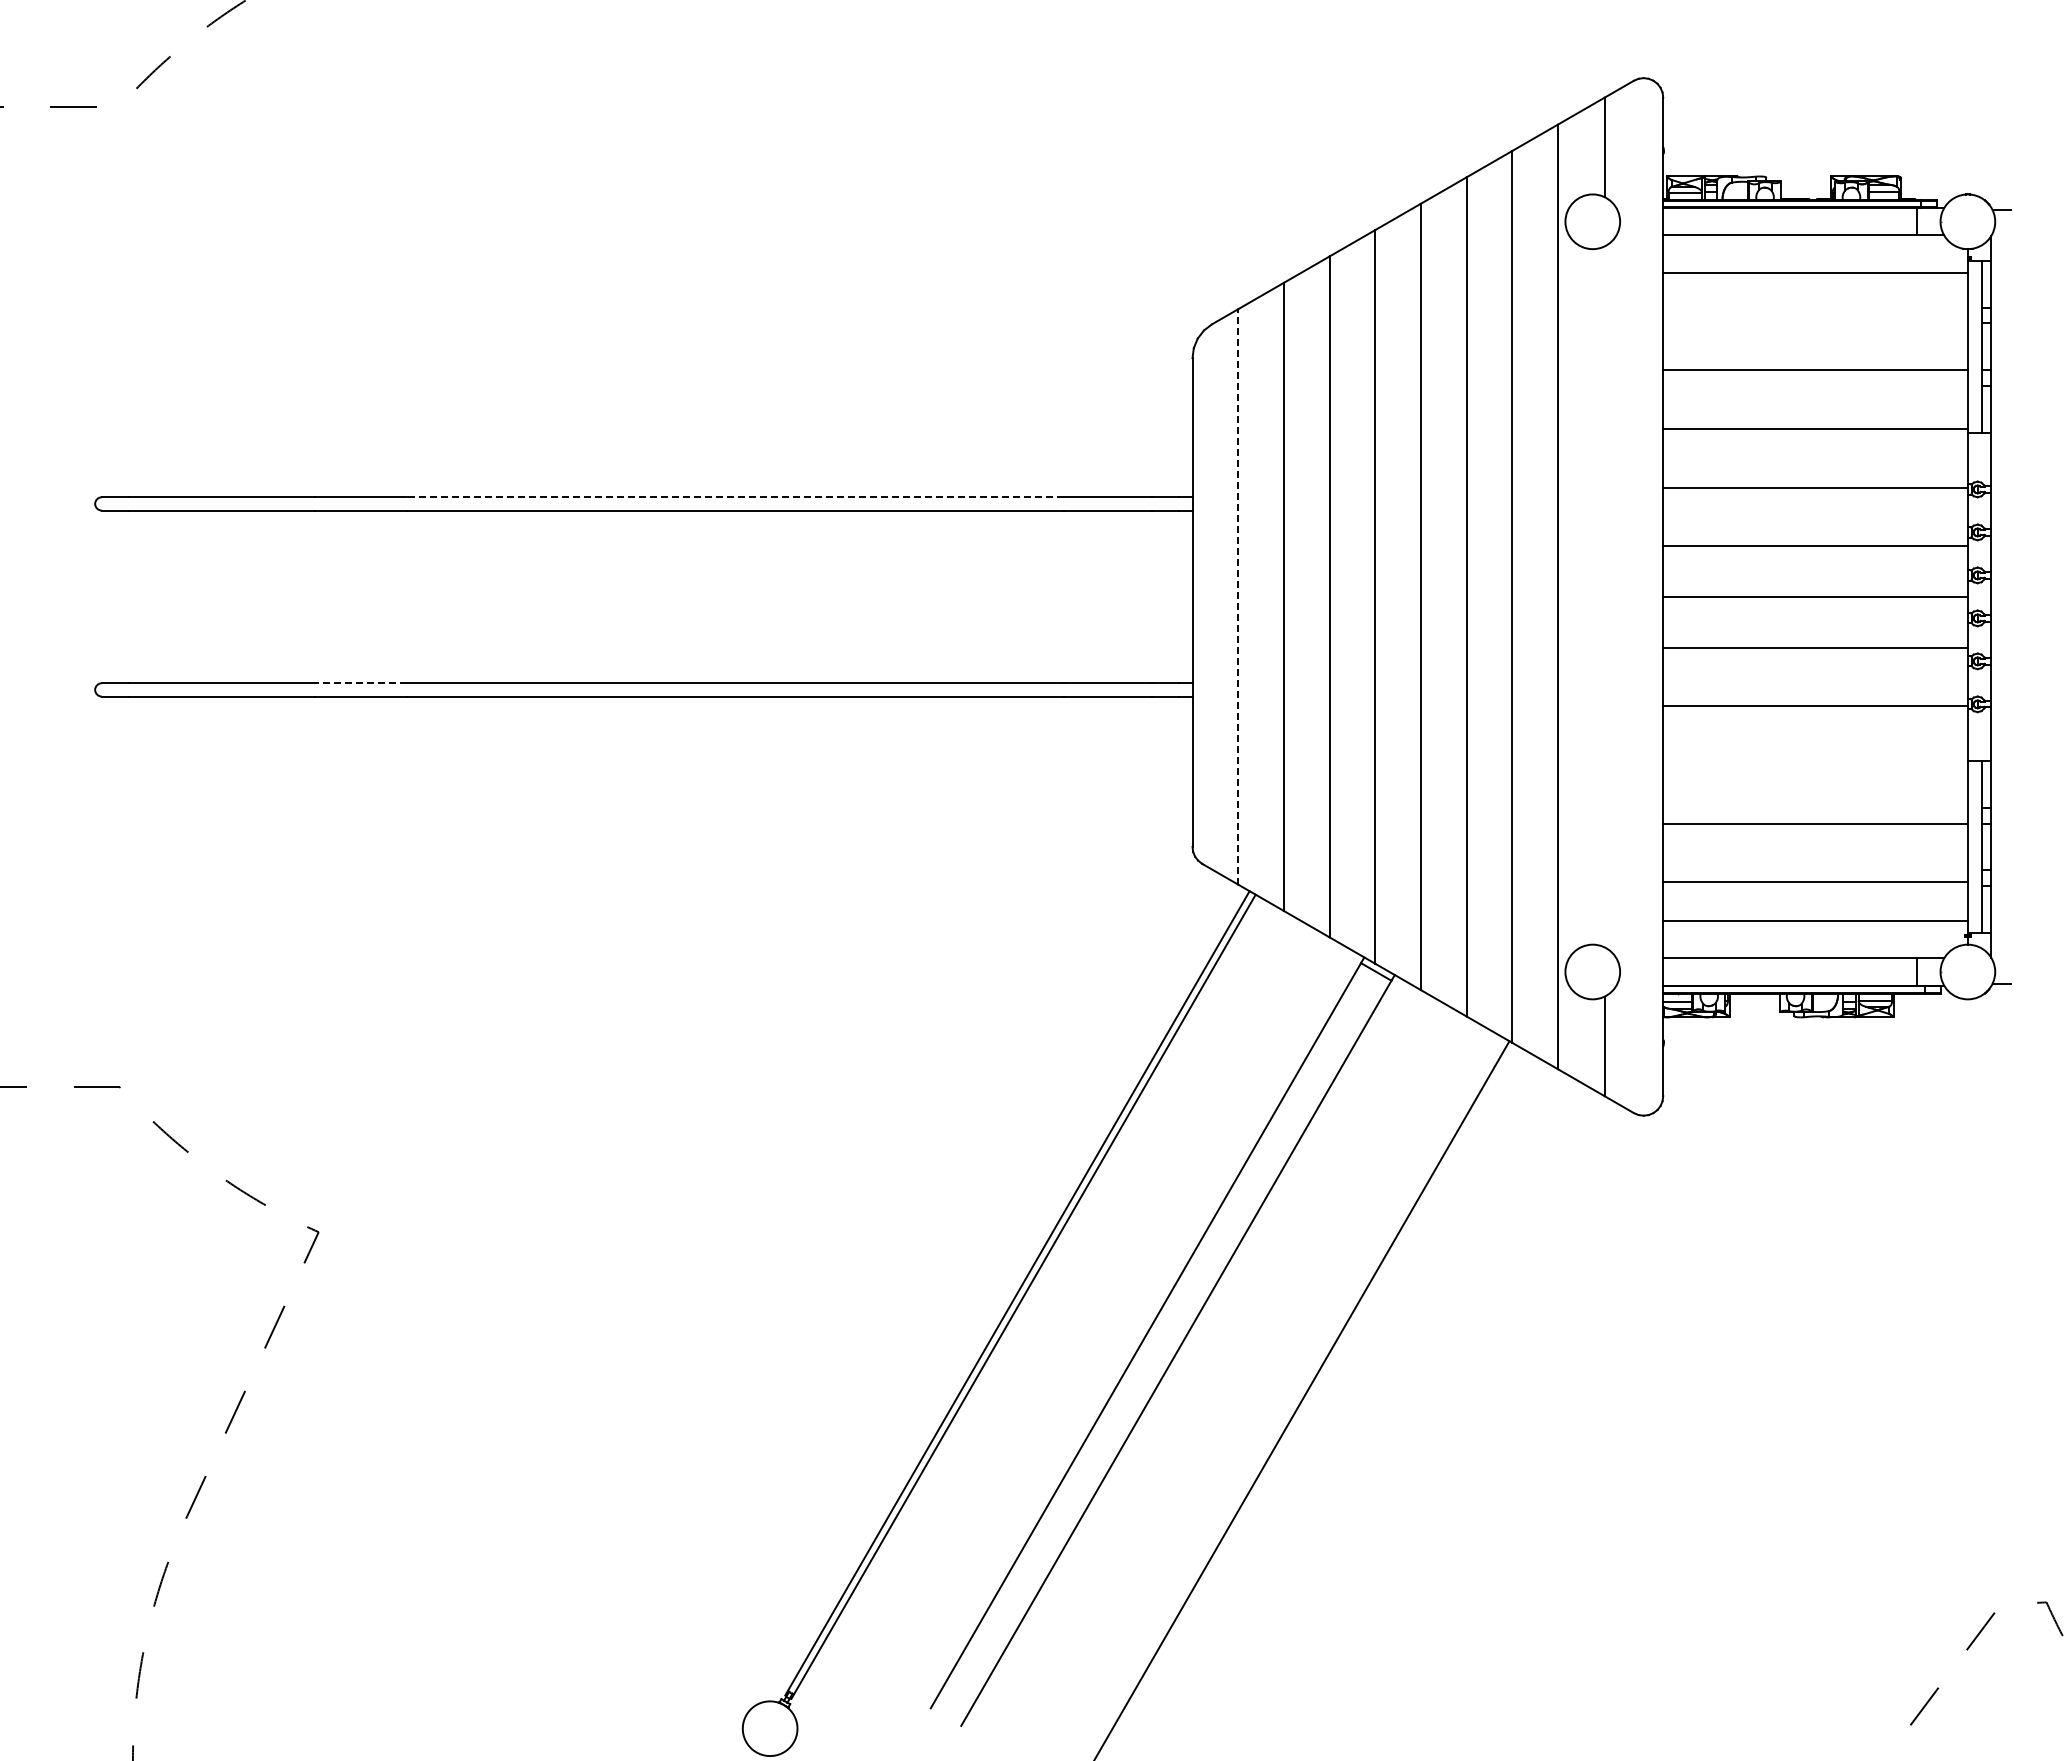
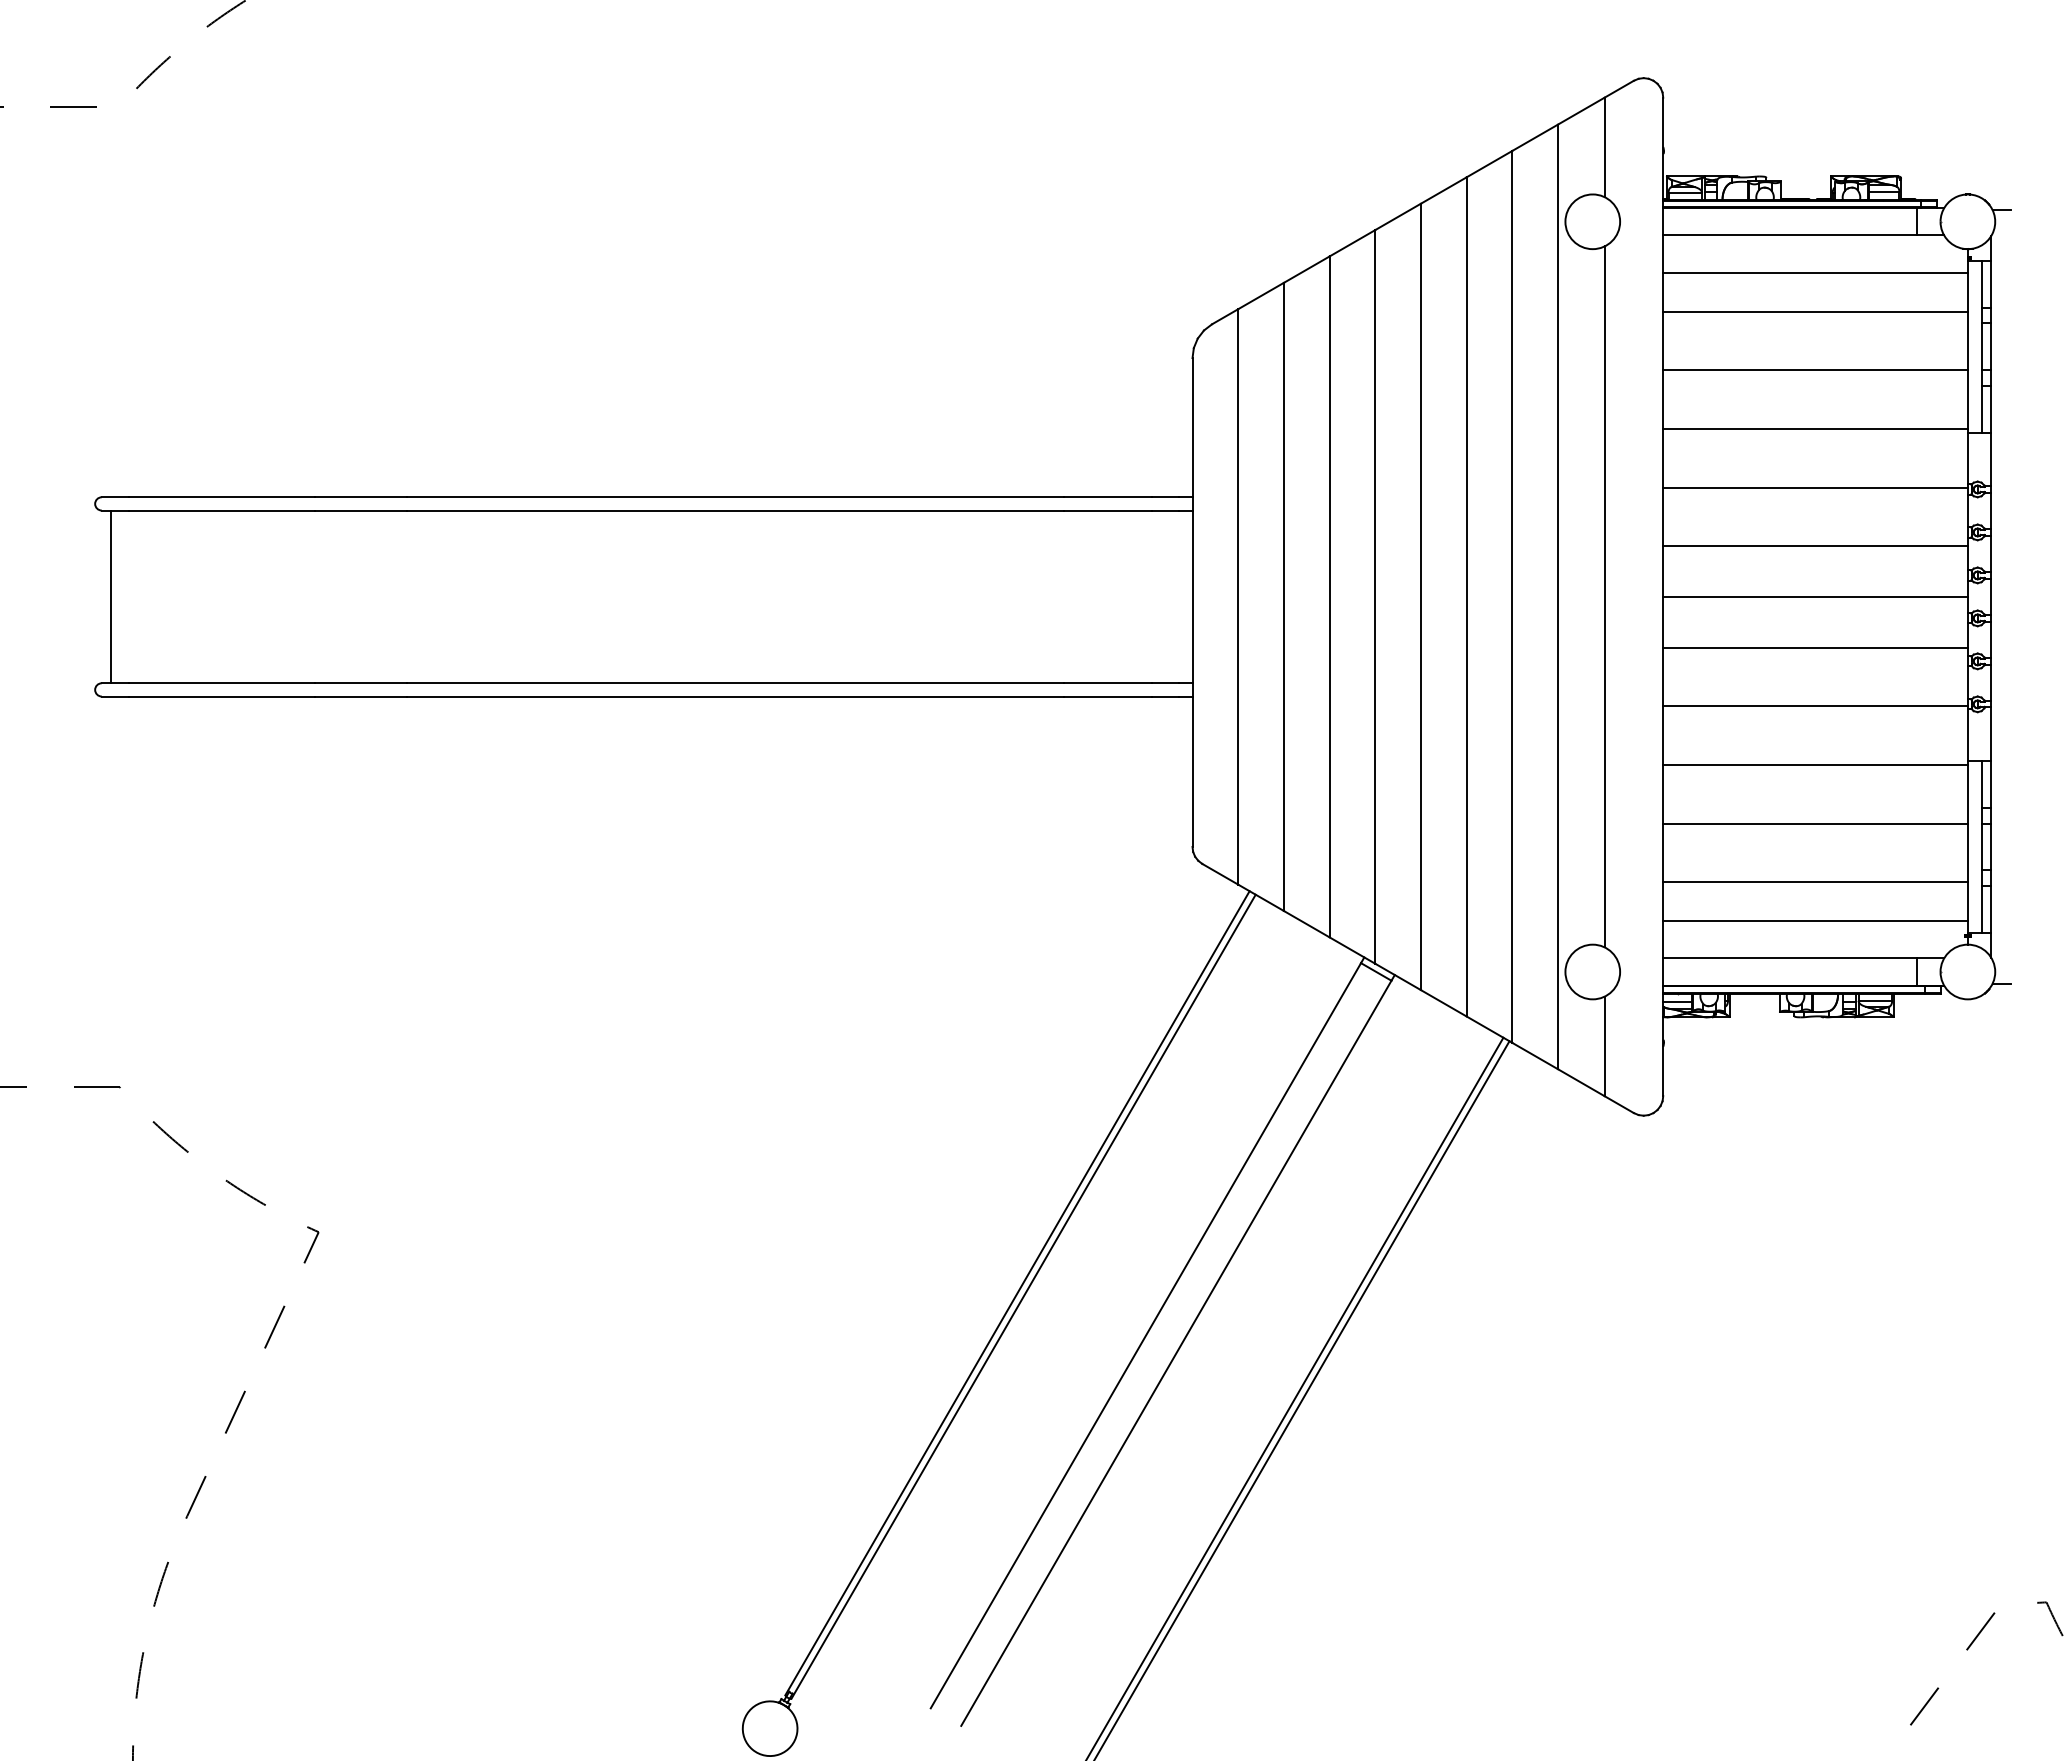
line at (1815, 311): none -> present
line at (735, 497): dashed -> solid
line at (111, 596): none -> present
line at (1238, 596): dashed -> solid
line at (1604, 596): none -> present
line at (360, 683): dashed -> solid
line at (1815, 764): none -> present
line at (1295, 1397): none -> present
